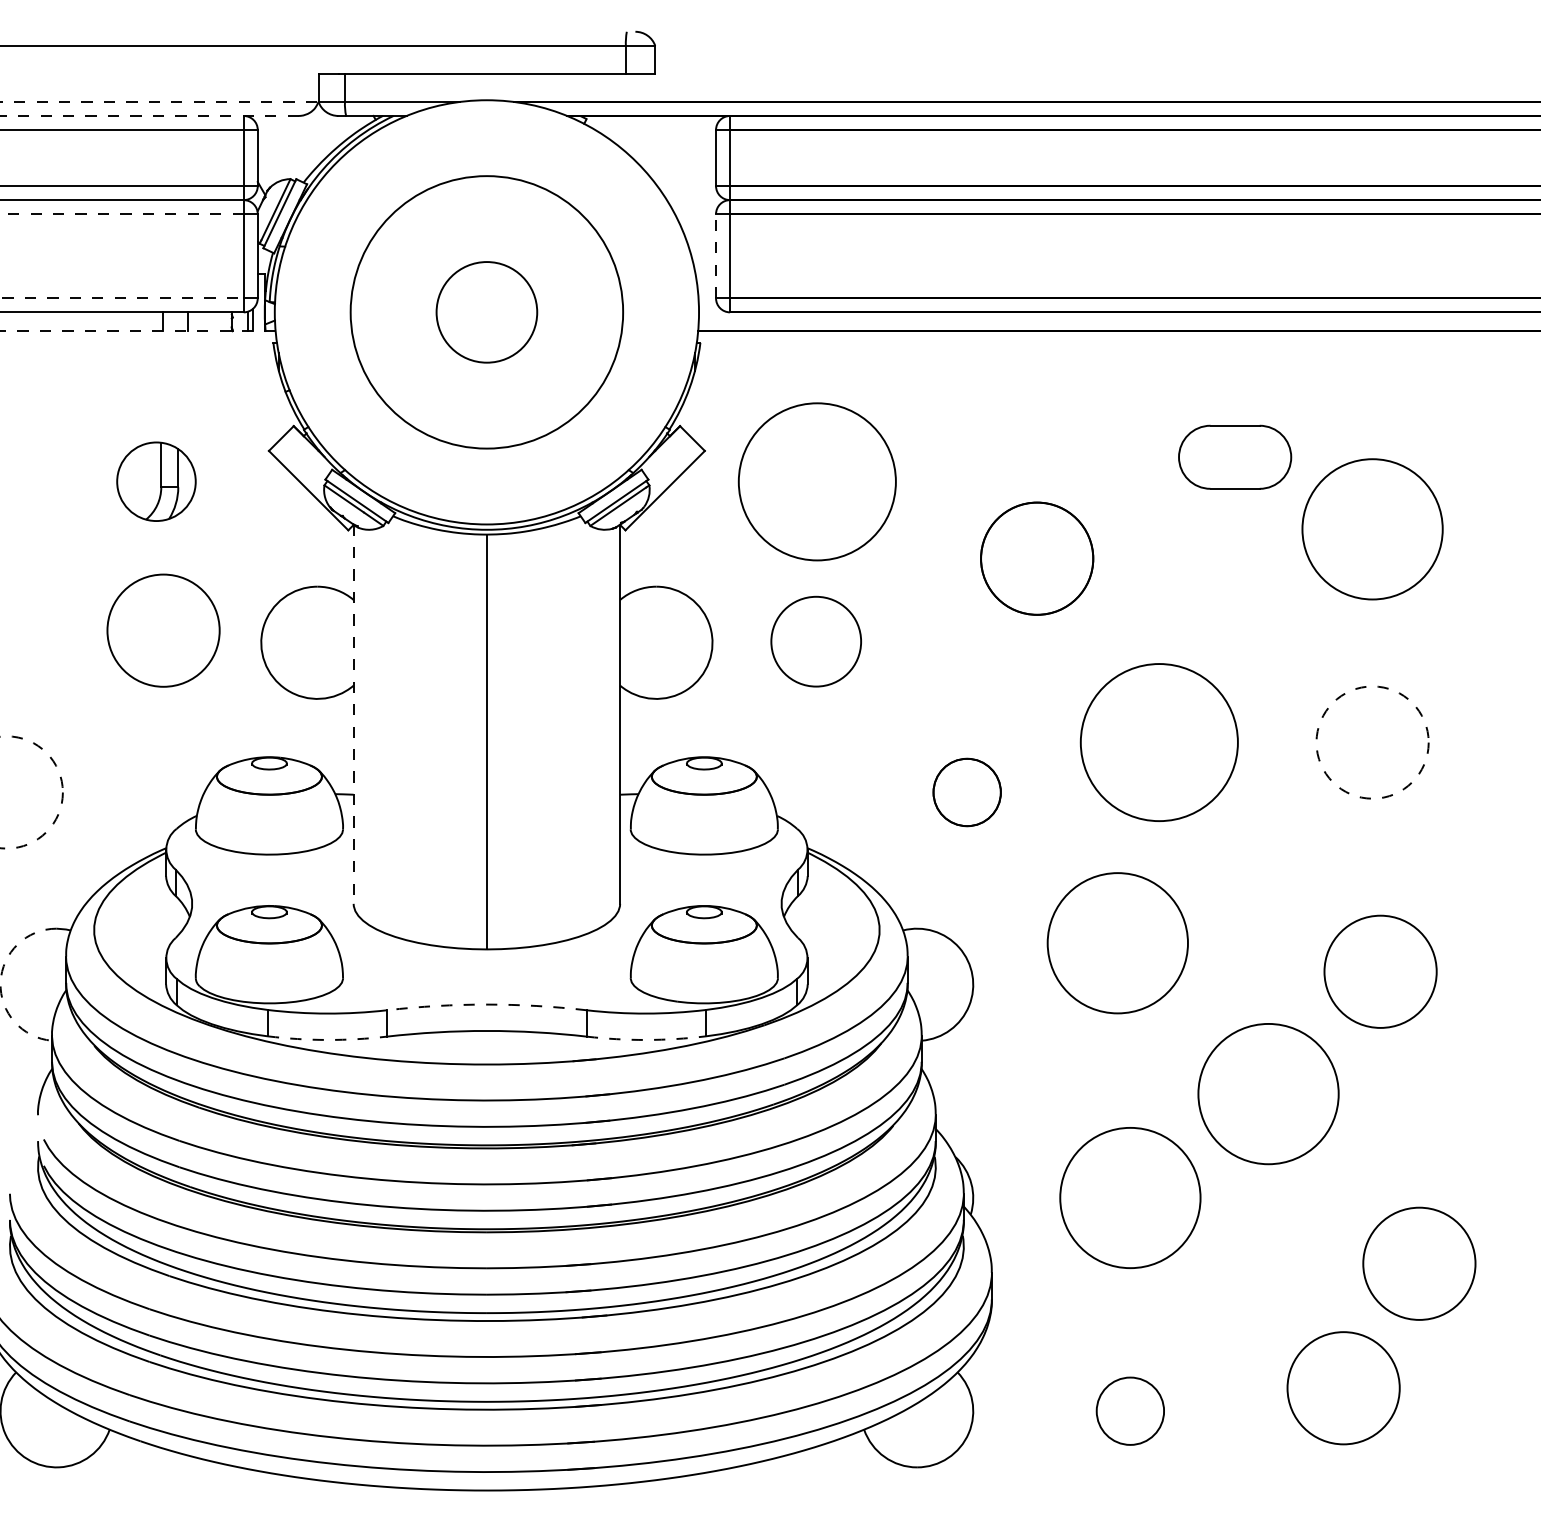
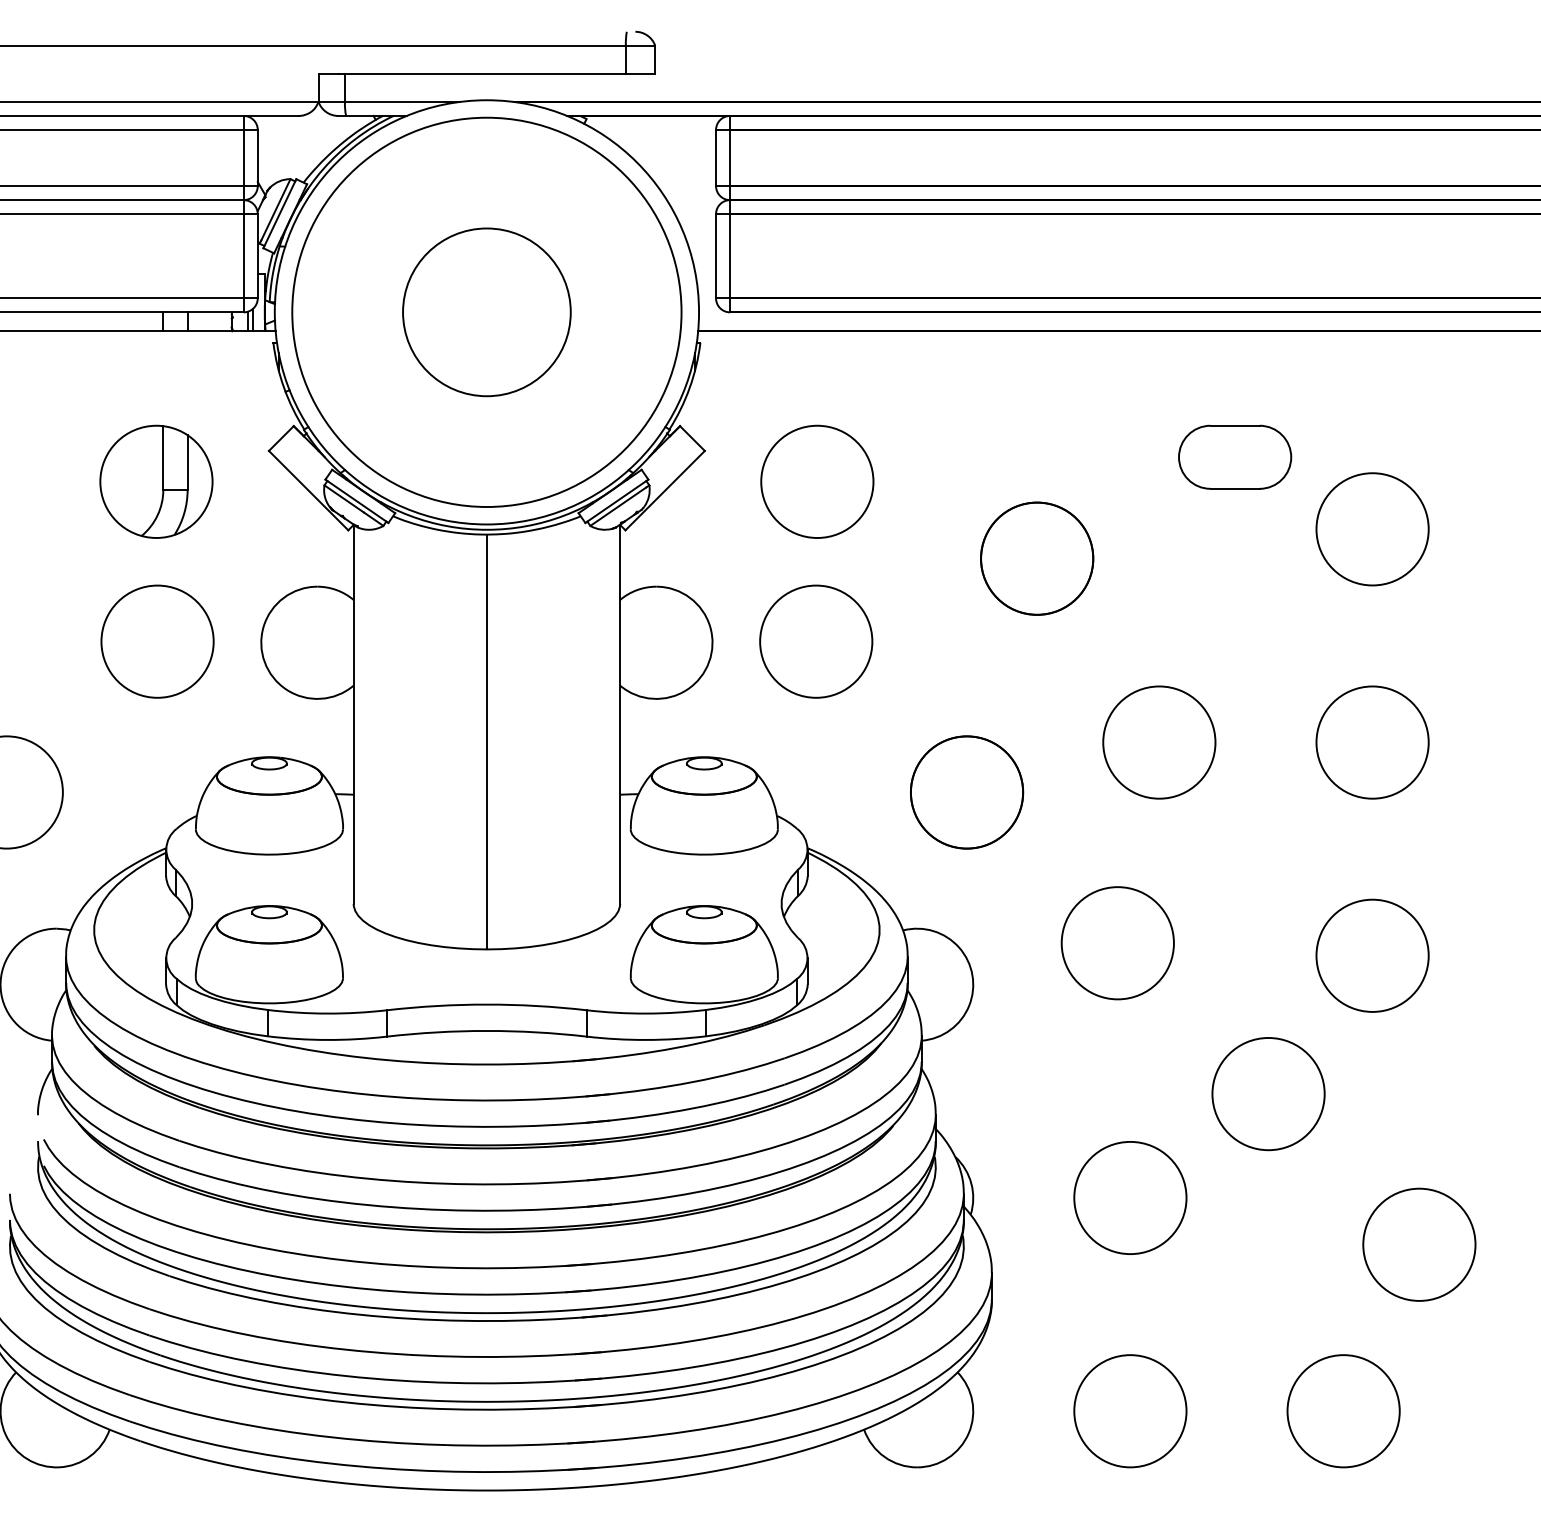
line at (159, 101): dashed -> solid
line at (149, 115): dashed -> solid
line at (121, 214): dashed -> solid
line at (716, 255): dashed -> solid
line at (122, 298): dashed -> solid
circle at (486, 312) diameter: 101 px -> 168 px
circle at (486, 312) diameter: 272 px -> 389 px
line at (137, 331): dashed -> solid
part at (156, 481) size: 81x81 px -> 115x115 px
circle at (816, 481) diameter: 157 px -> 112 px
circle at (1372, 529) diameter: 140 px -> 112 px
circle at (163, 630) position: (163, 630) -> (157, 641)
circle at (816, 641) diameter: 90 px -> 112 px
line at (353, 714): dashed -> solid
circle at (1158, 742) diameter: 157 px -> 112 px
circle at (1372, 742): dashed -> solid
circle at (31, 792): dashed -> solid
circle at (966, 792) size: 70x71 px -> 115x115 px
circle at (1117, 943) diameter: 140 px -> 112 px
circle at (1380, 971) position: (1380, 971) -> (1372, 955)
arc at (0, 982): dashed -> solid
arc at (486, 1004): dashed -> solid
arc at (327, 1039): dashed -> solid
arc at (646, 1039): dashed -> solid
circle at (1268, 1093) diameter: 140 px -> 112 px
circle at (1130, 1197) diameter: 140 px -> 112 px
circle at (1419, 1263) position: (1419, 1263) -> (1419, 1244)
circle at (1343, 1388) position: (1343, 1388) -> (1343, 1411)
circle at (1130, 1410) diameter: 67 px -> 112 px
